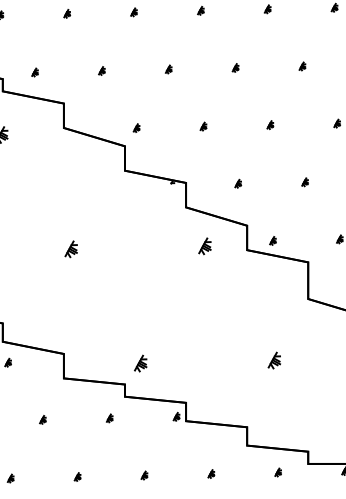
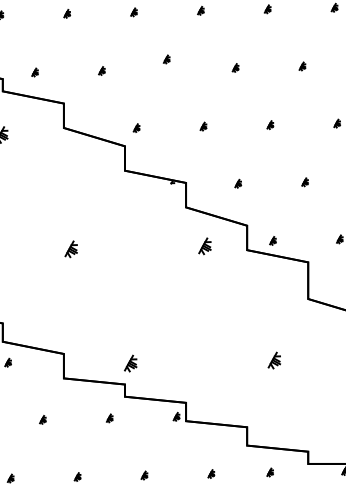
part at (168, 69) position: (168, 69) -> (166, 59)
part at (140, 363) position: (140, 363) -> (130, 363)
part at (277, 472) position: (277, 472) -> (269, 472)
